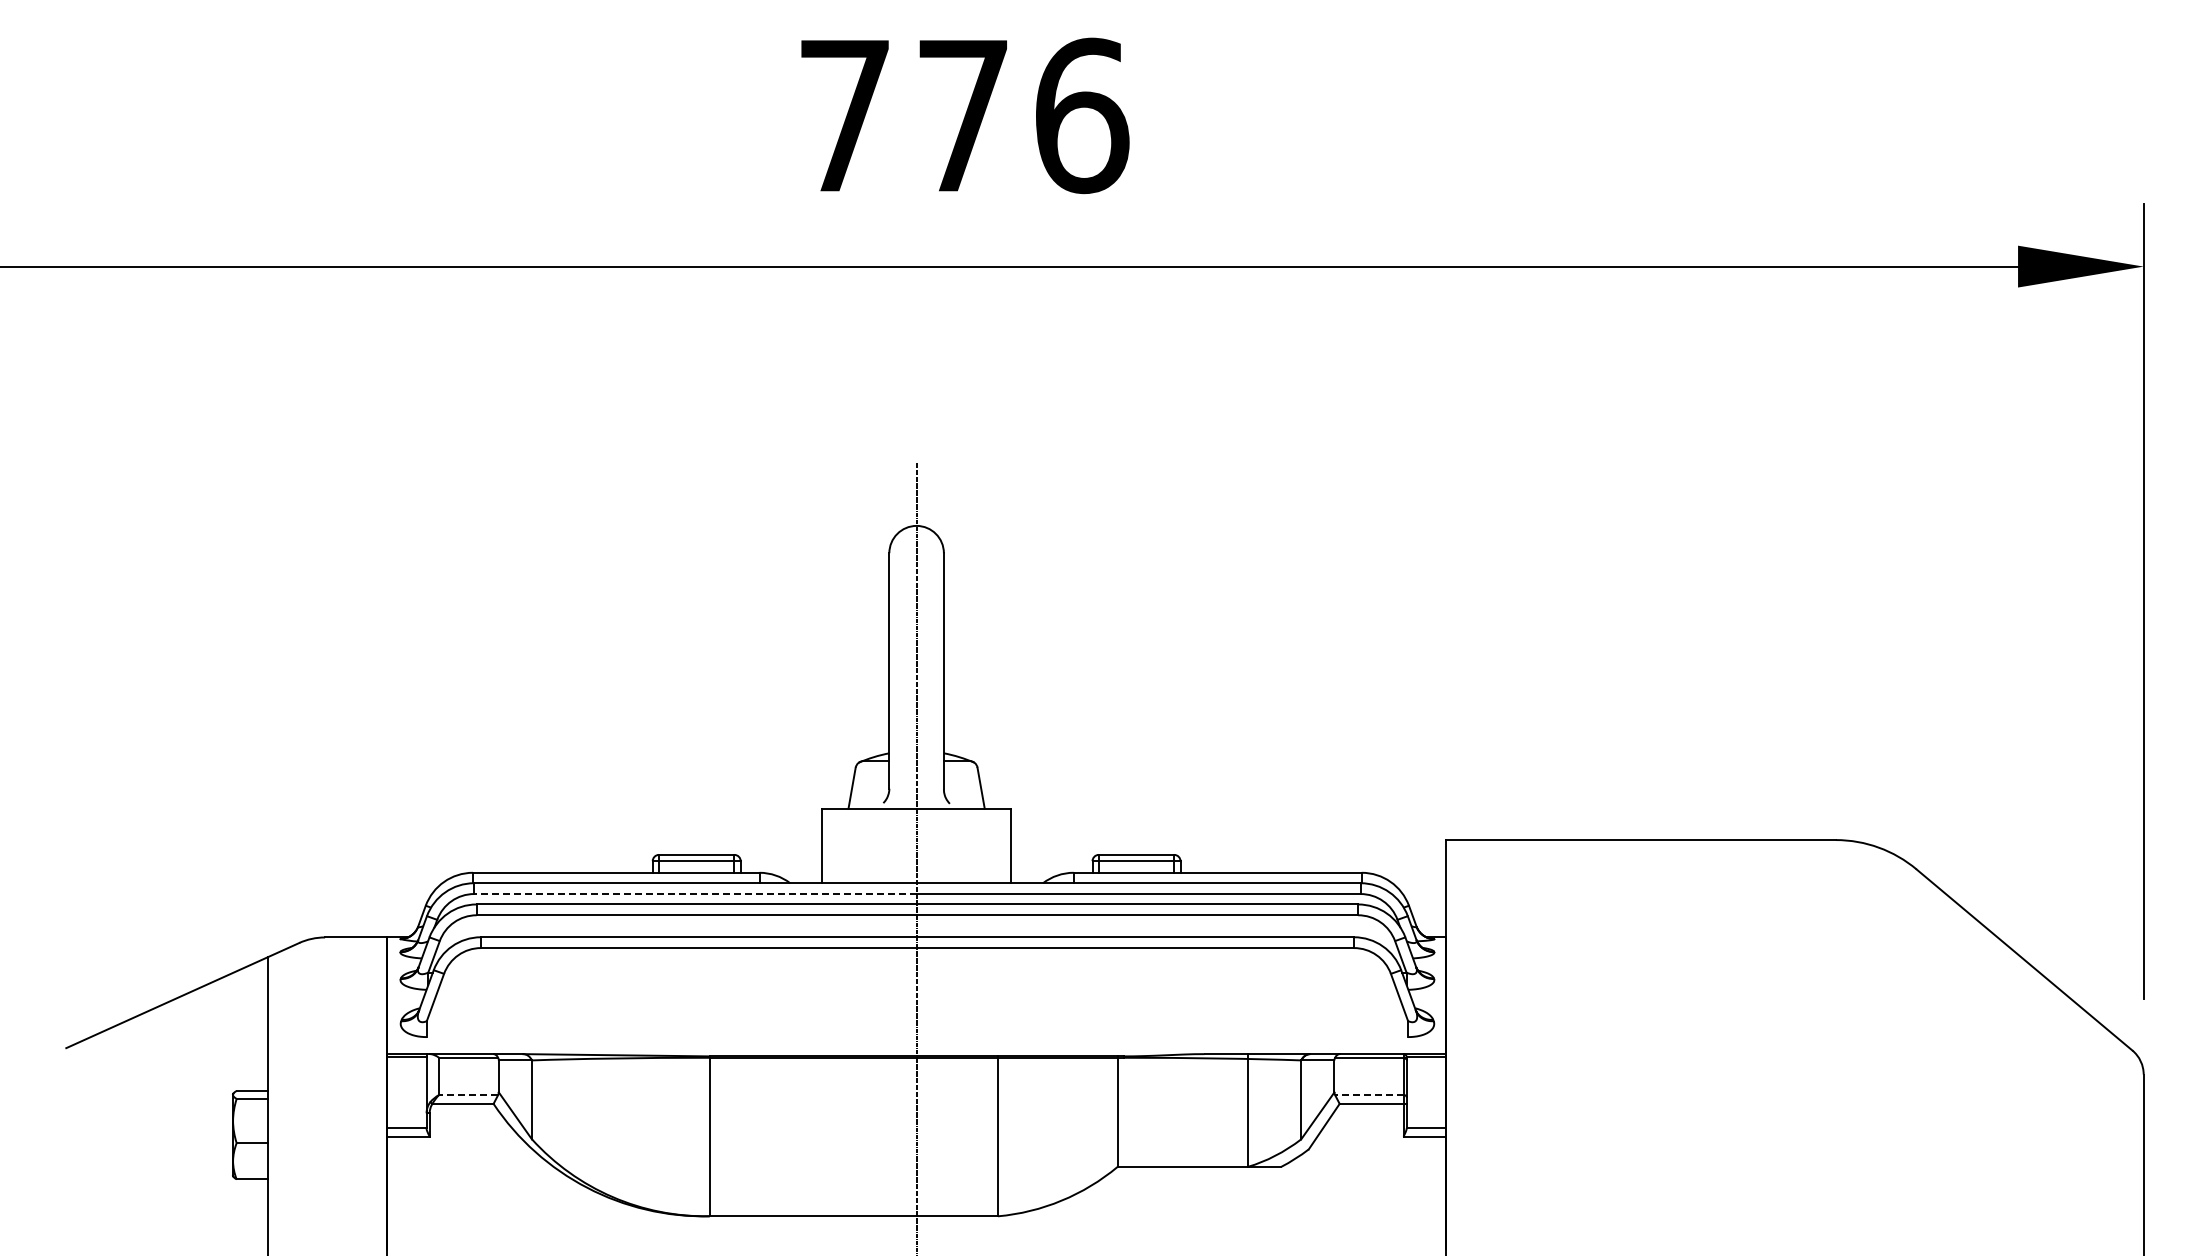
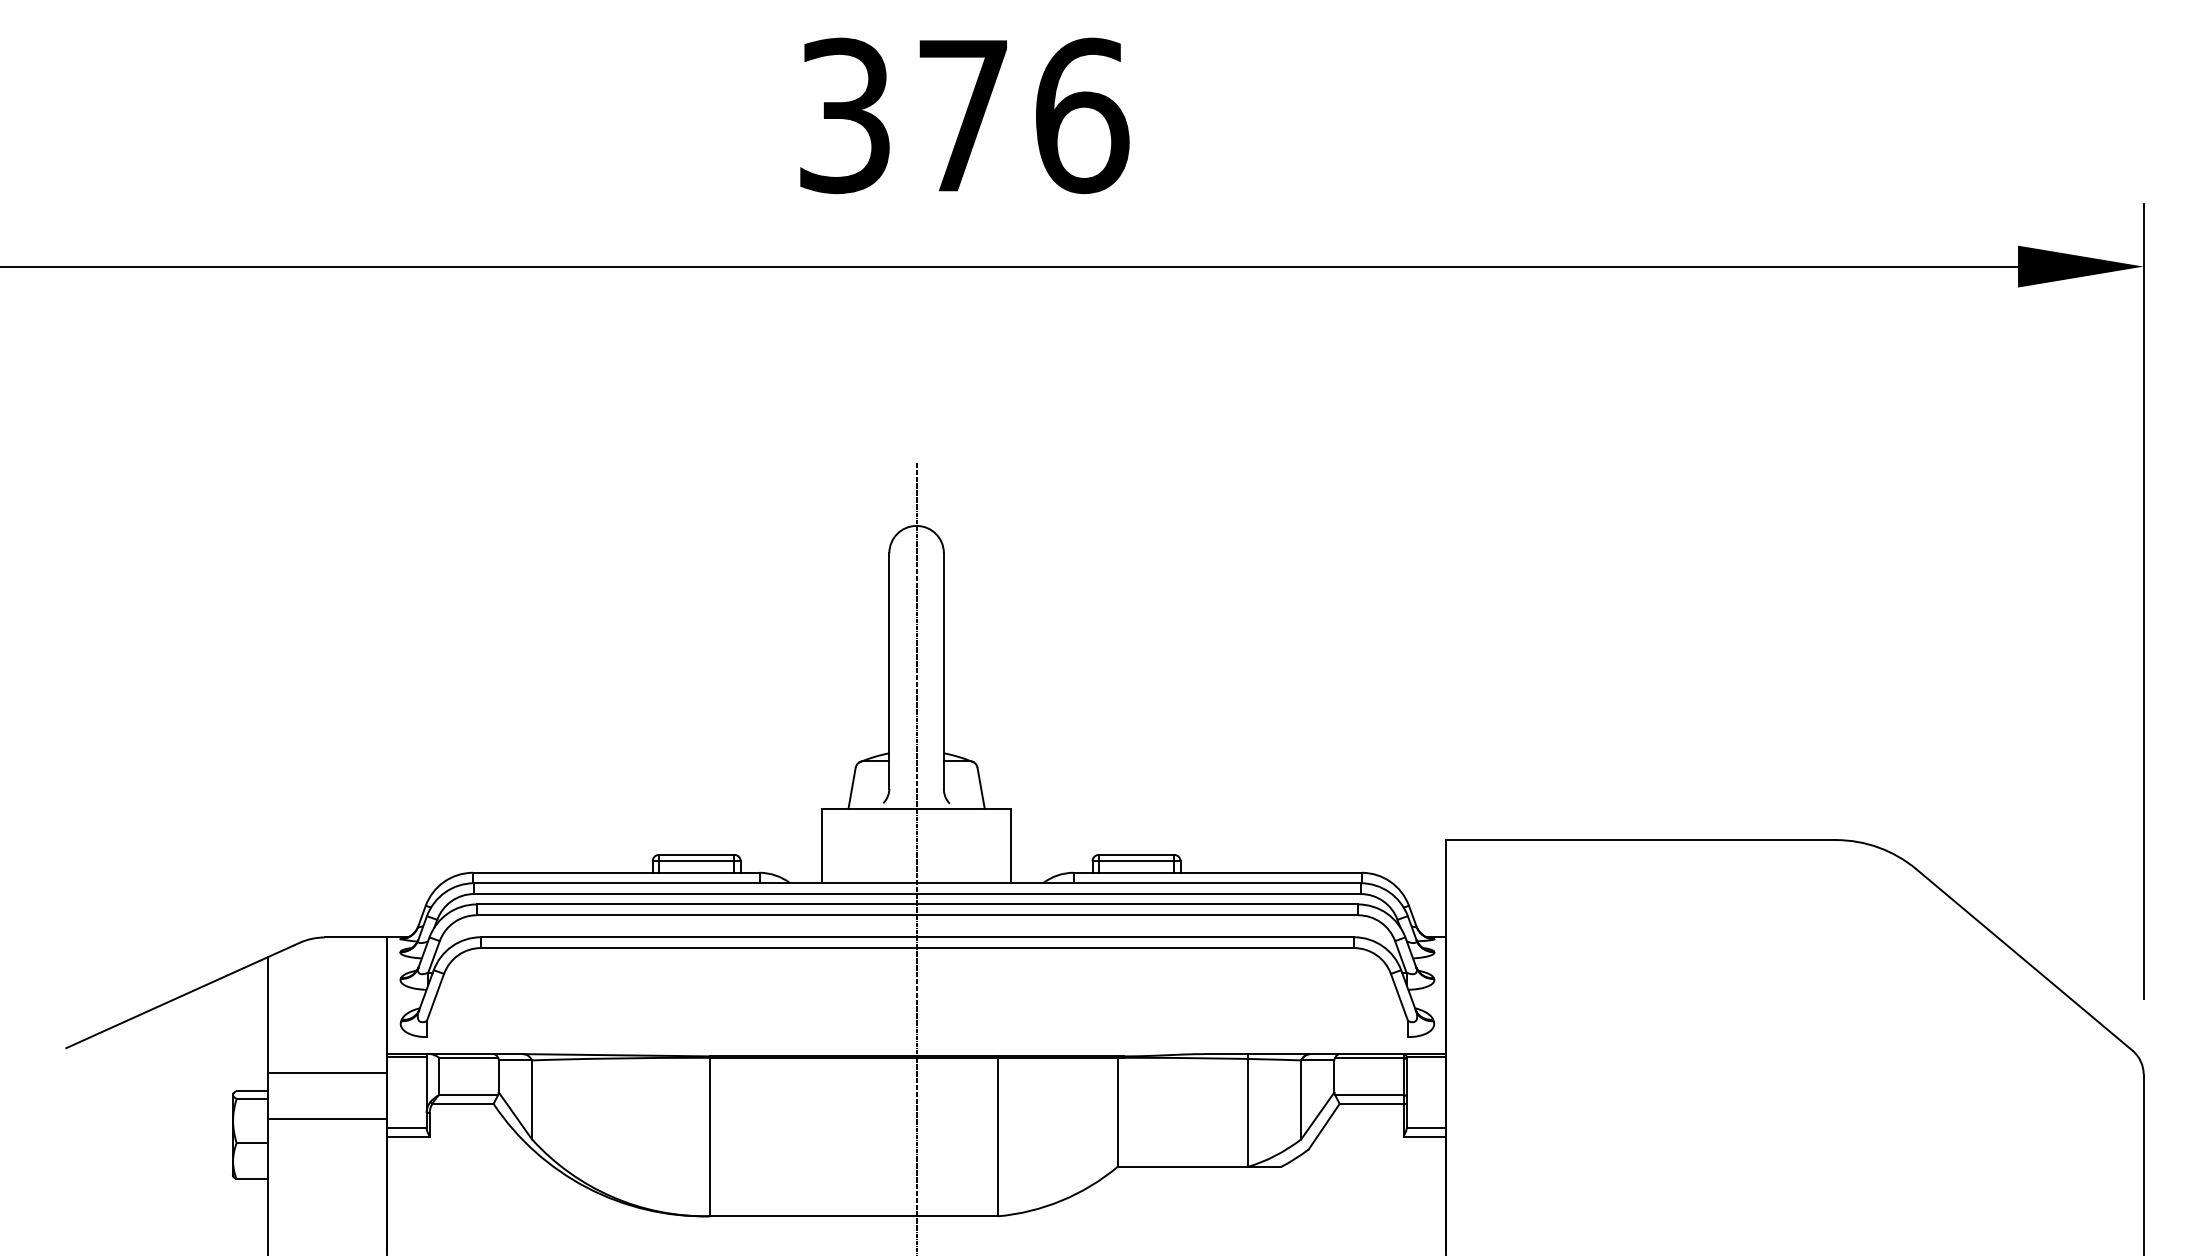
text at (844, 115): 776 -> 376
line at (694, 894): dashed -> solid
line at (326, 1072): none -> present
line at (468, 1095): dashed -> solid
line at (1368, 1095): dashed -> solid
line at (326, 1118): none -> present
